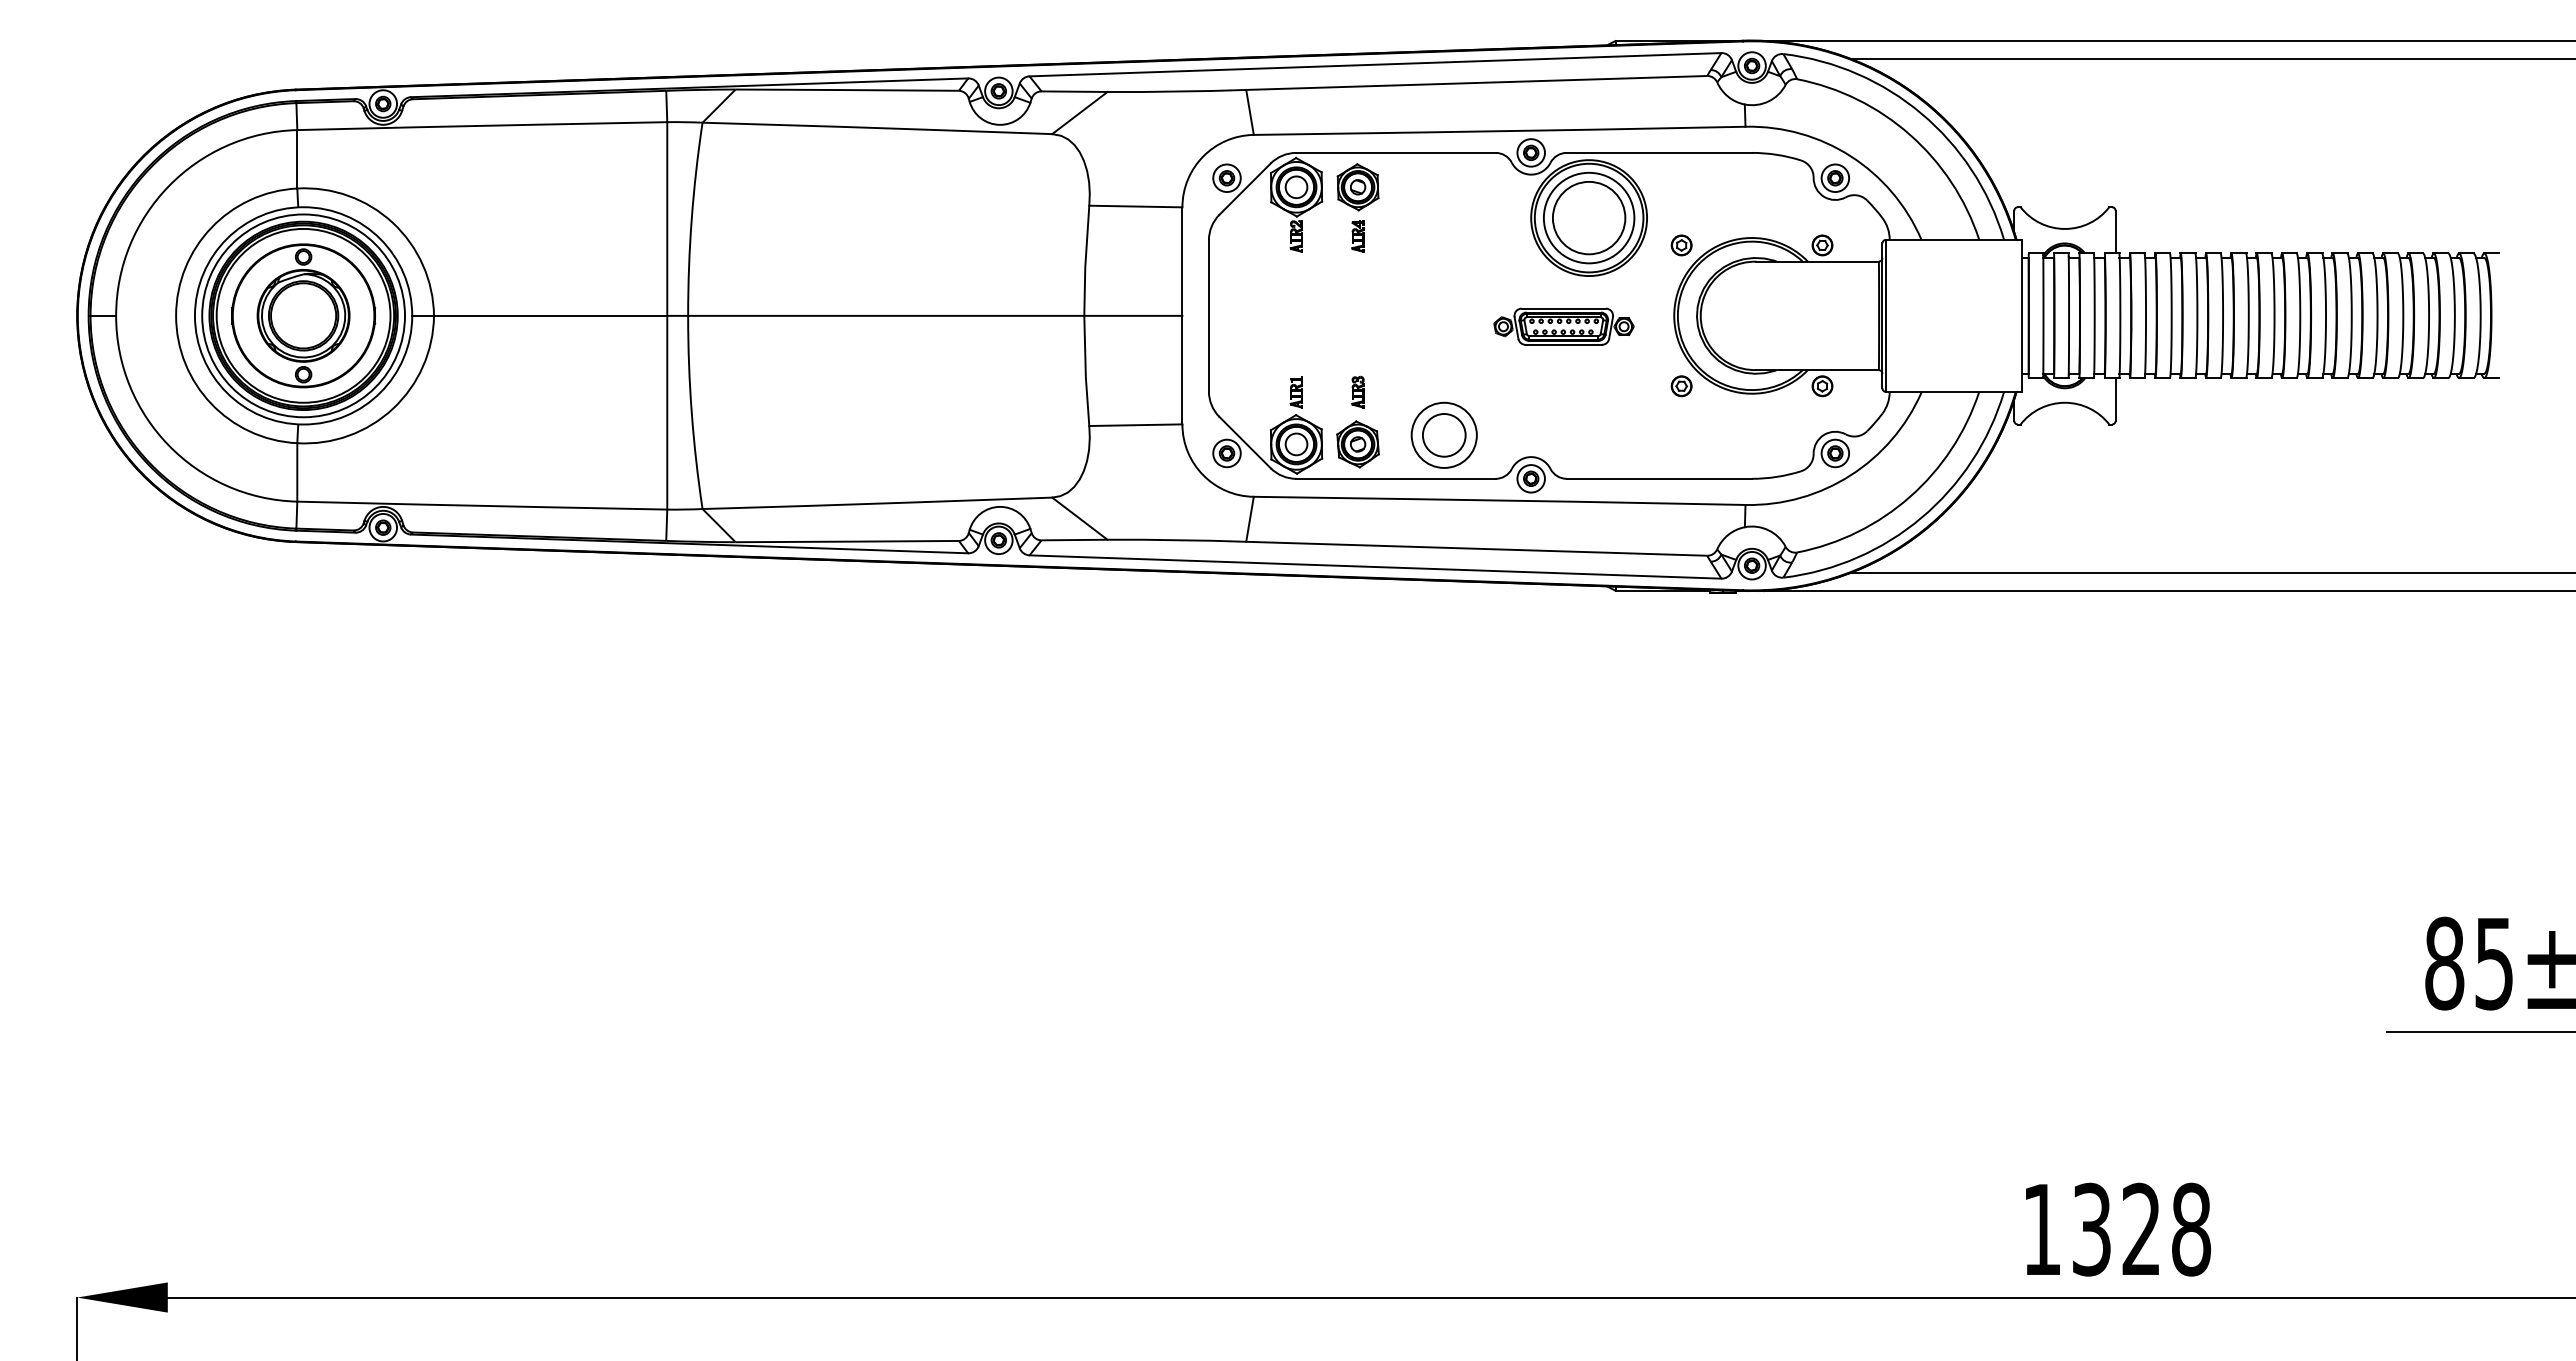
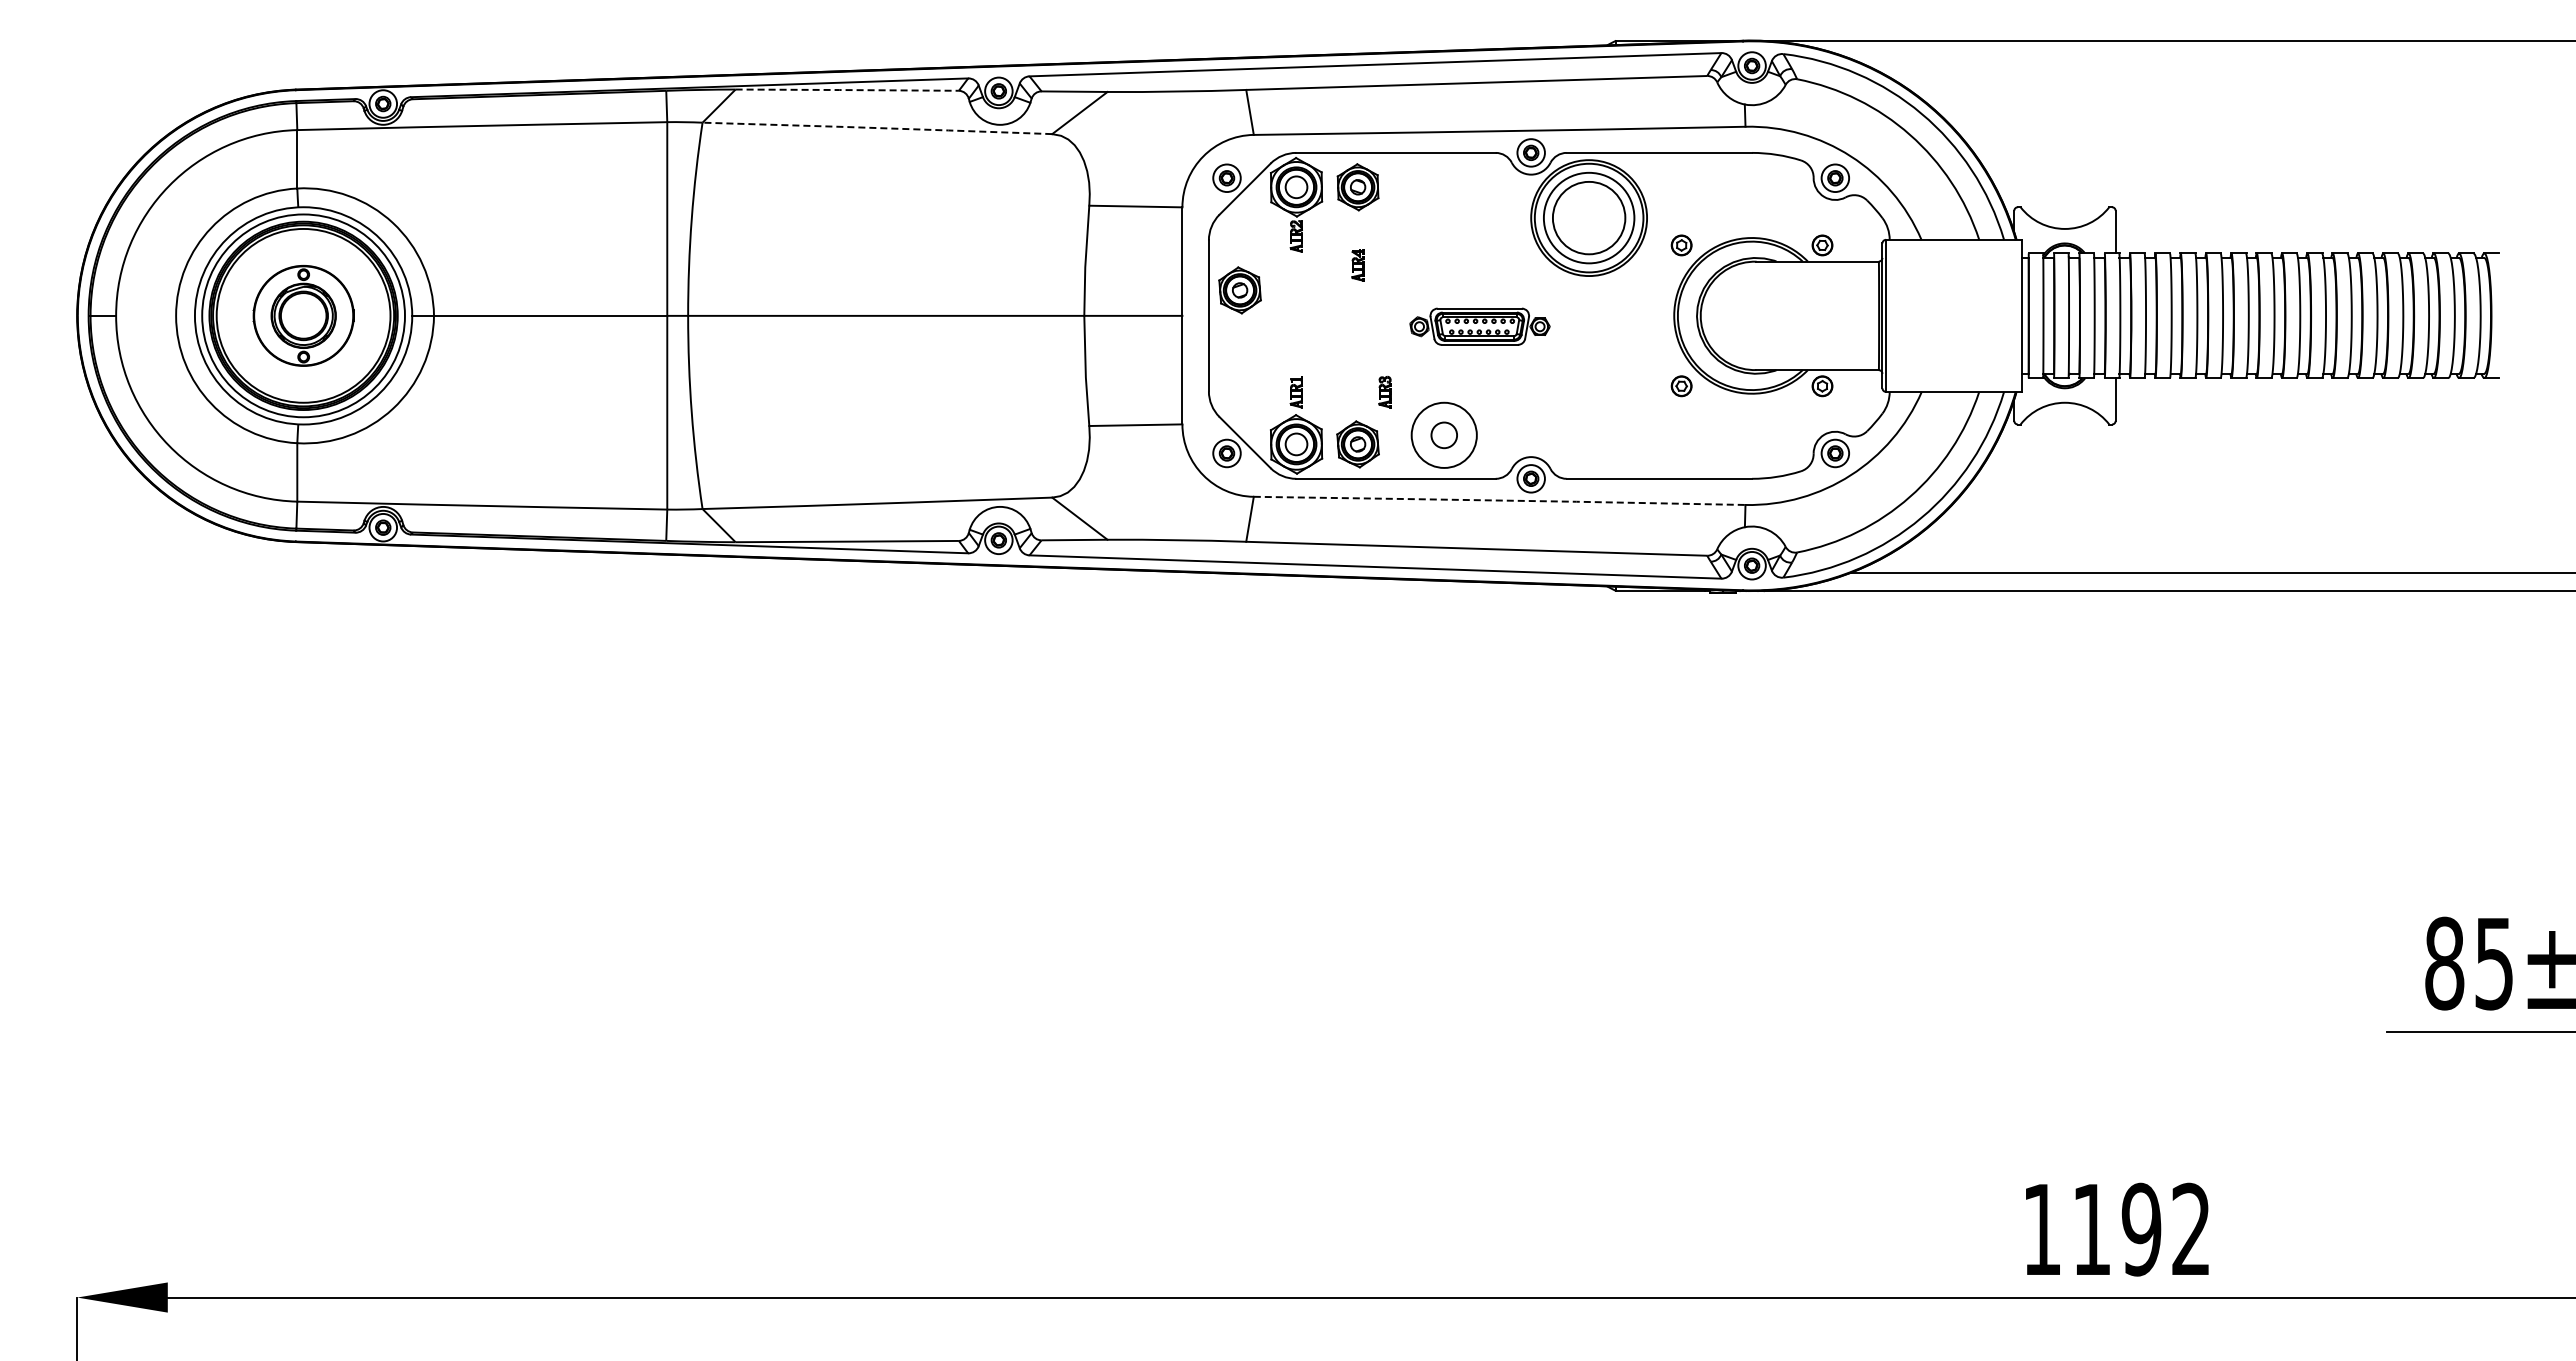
line at (2211, 58): present -> none
line at (847, 90): solid -> dashed
line at (876, 128): solid -> dashed
part at (1357, 236) position: (1357, 236) -> (1357, 265)
part at (1239, 290): none -> present
part at (303, 315) size: 146x146 px -> 103x102 px
part at (1563, 326) position: (1563, 326) -> (1479, 326)
part at (1357, 391) position: (1357, 391) -> (1384, 391)
circle at (1443, 435) diameter: 43 px -> 26 px
line at (1499, 500): solid -> dashed
text at (2142, 1229): 1328 -> 1192
